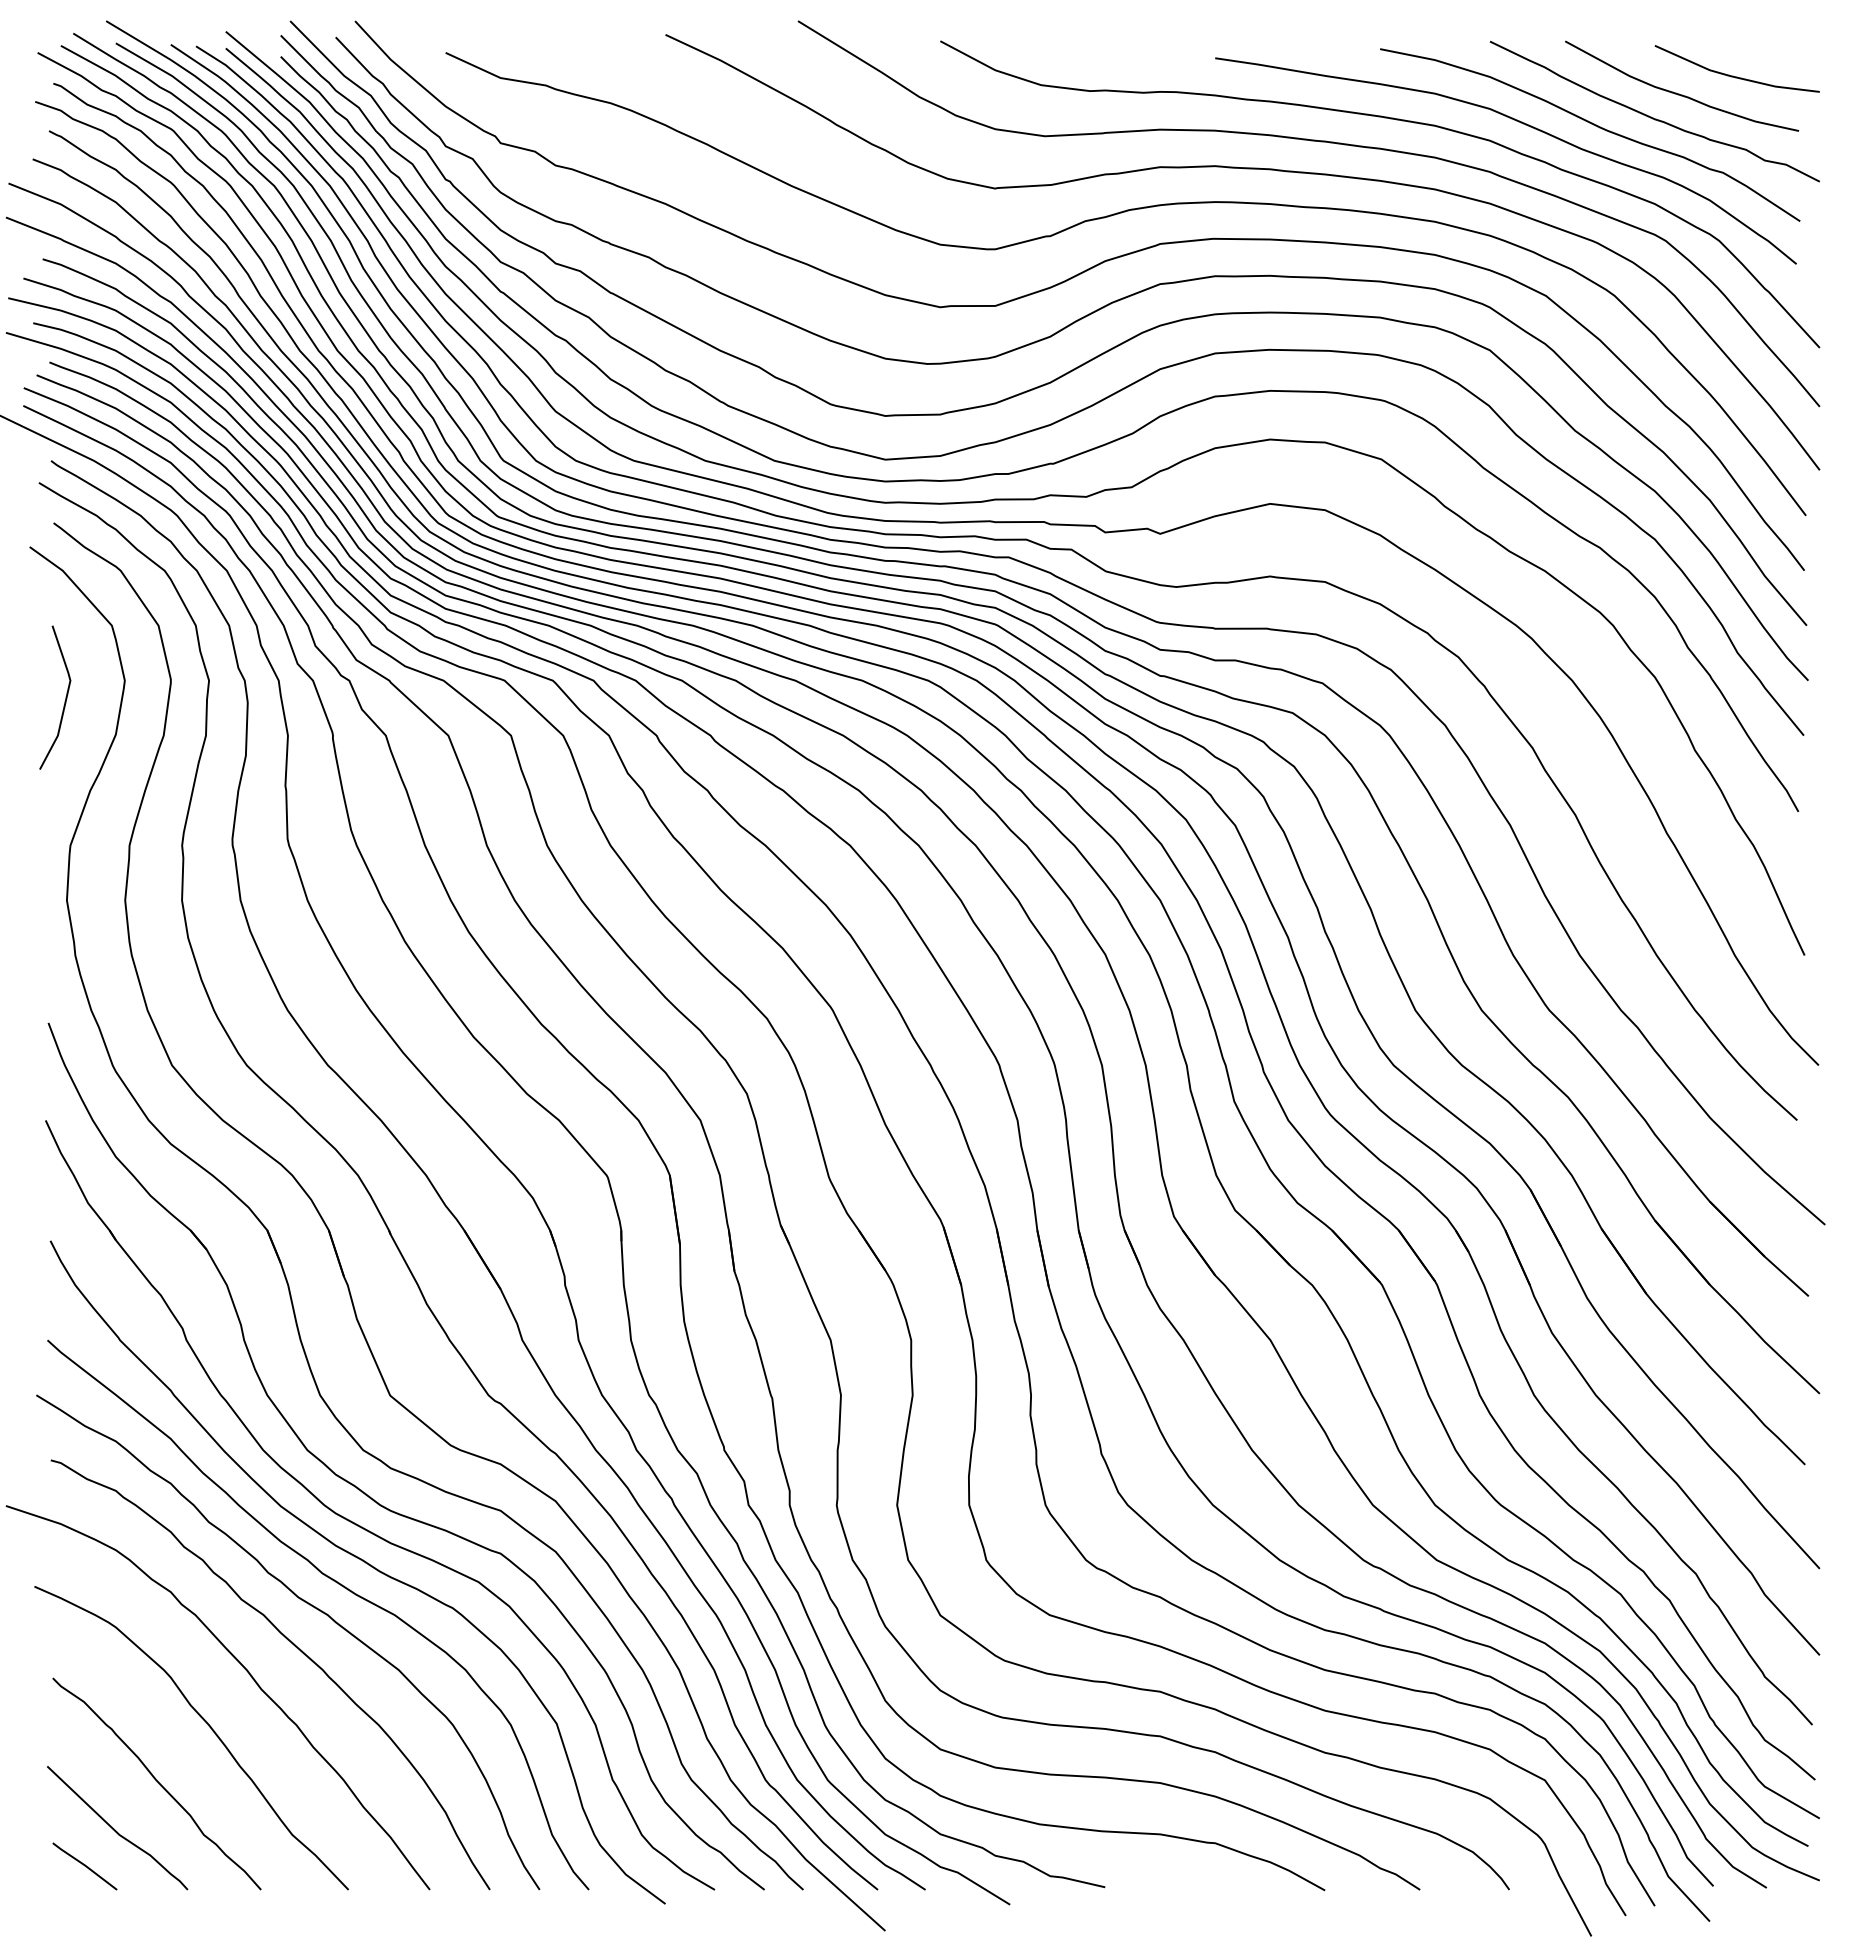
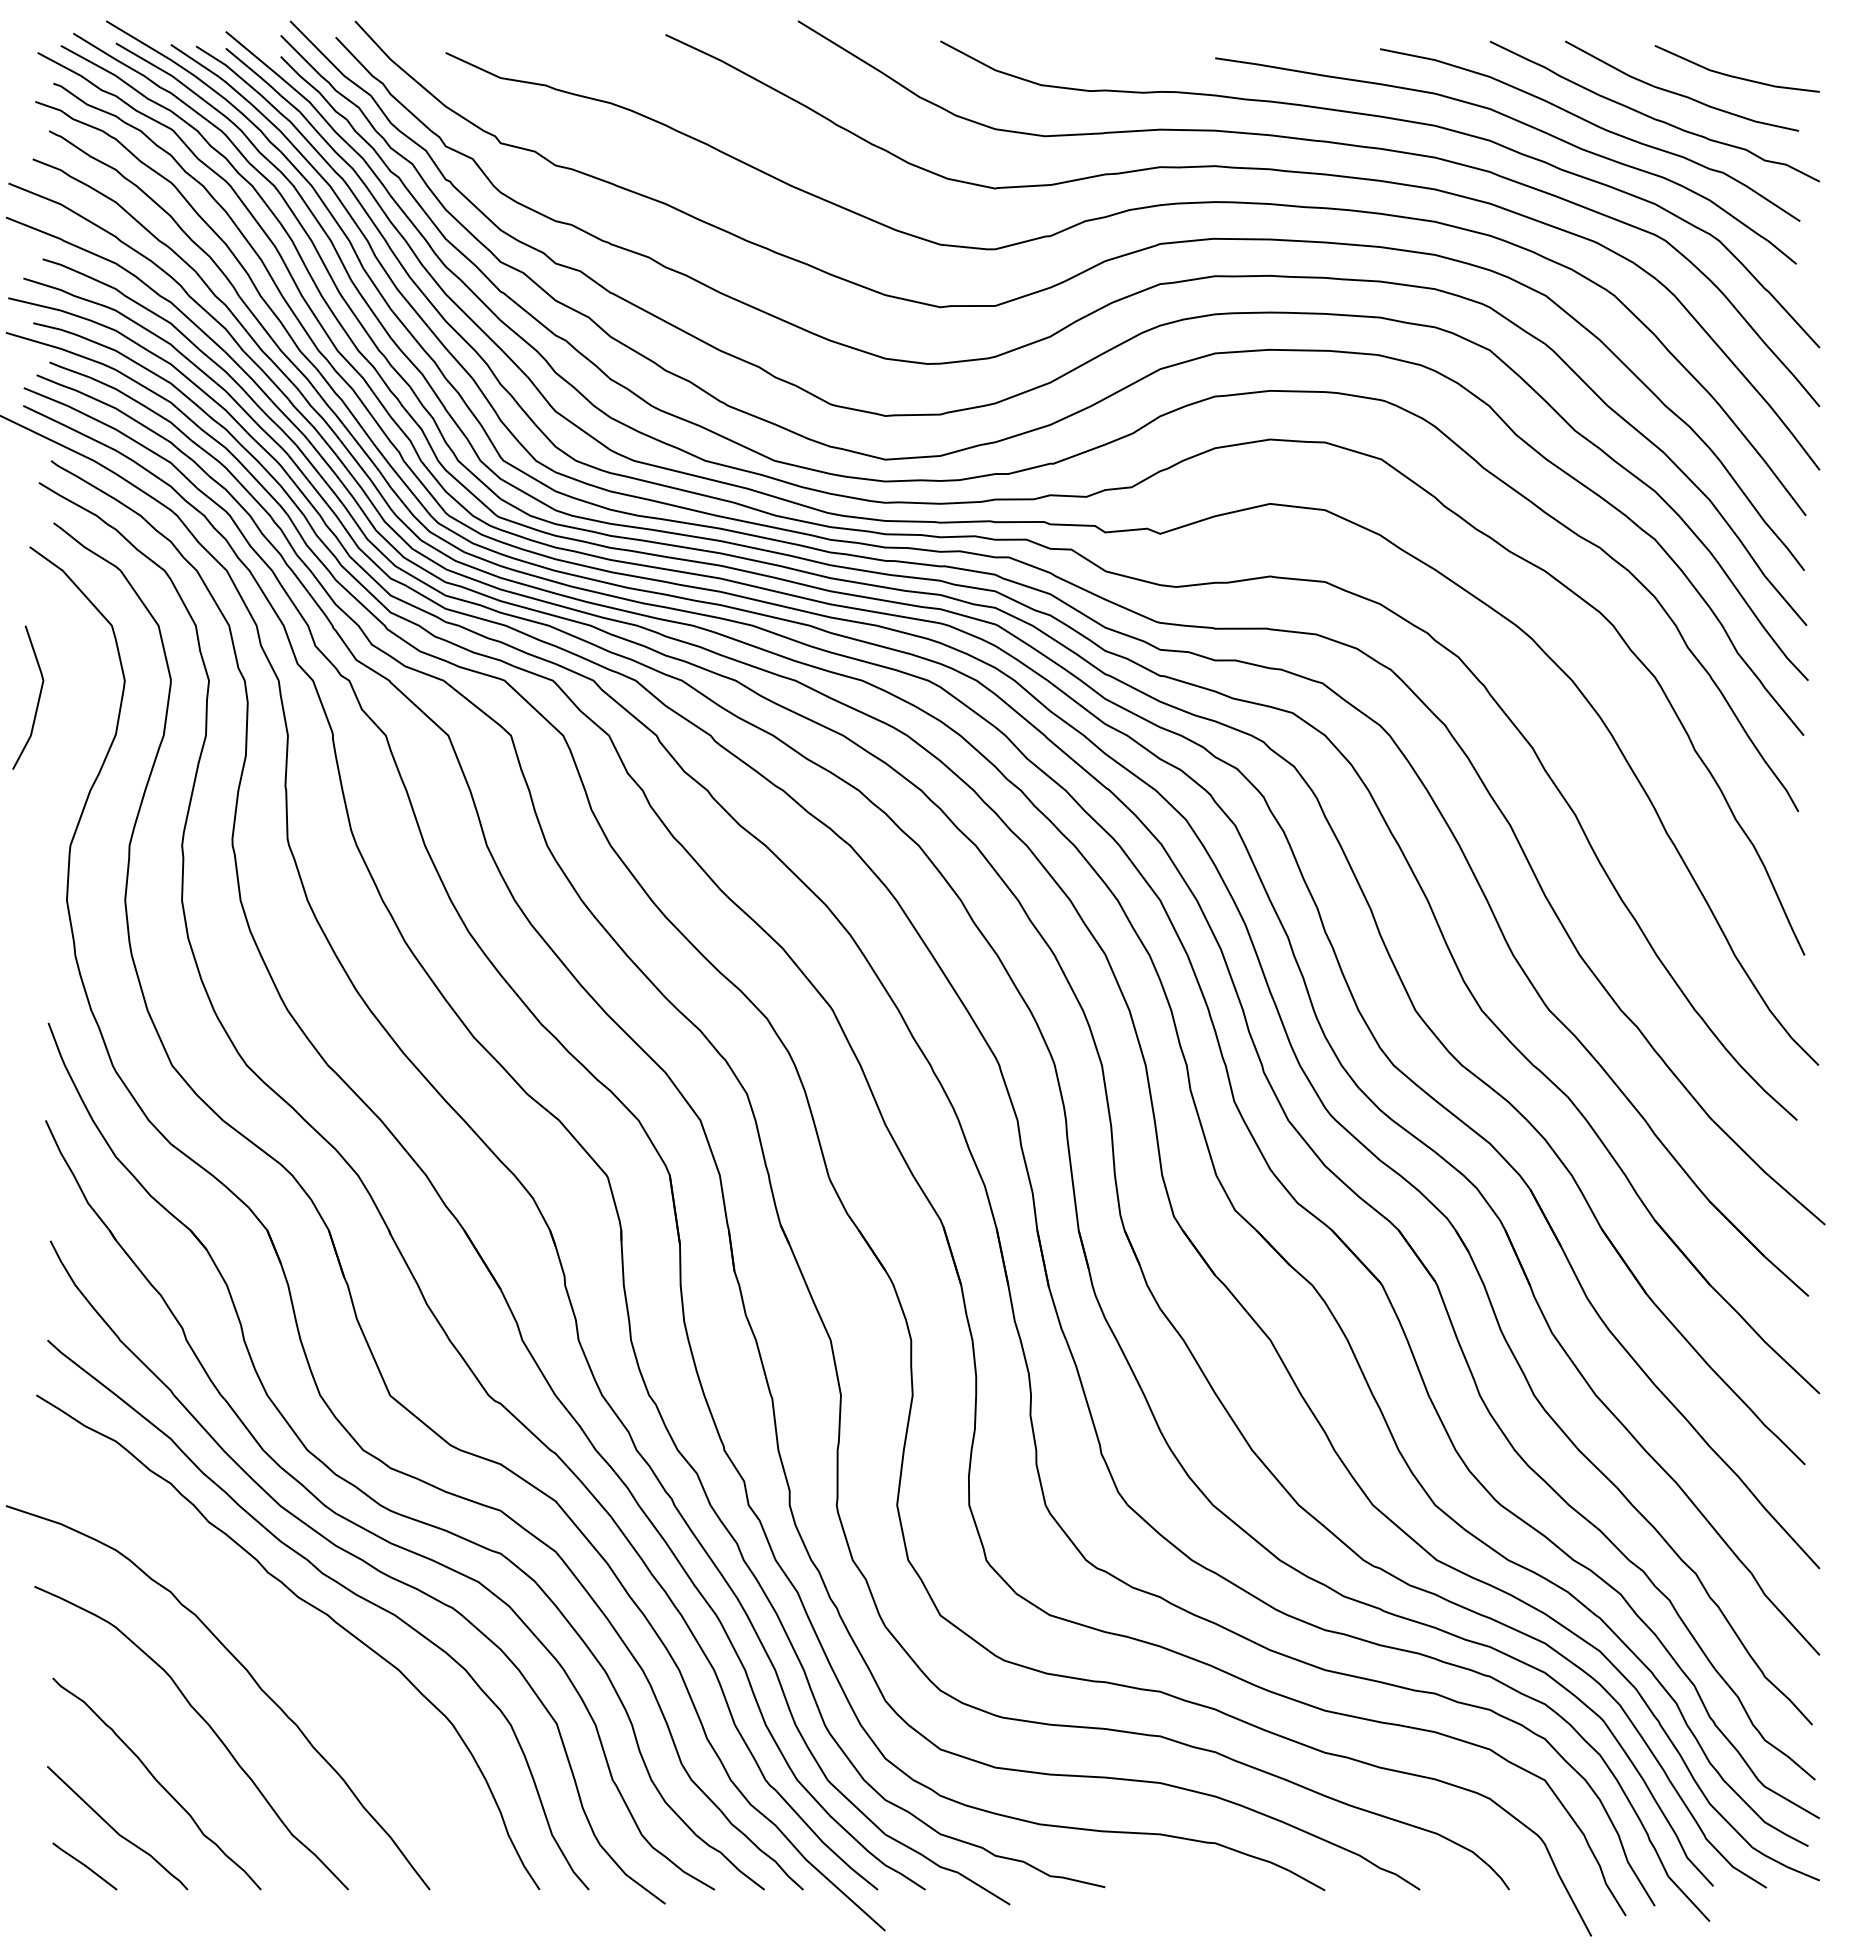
line at (64, 701) position: (64, 701) -> (37, 701)
curve at (296, 1648): present -> none
